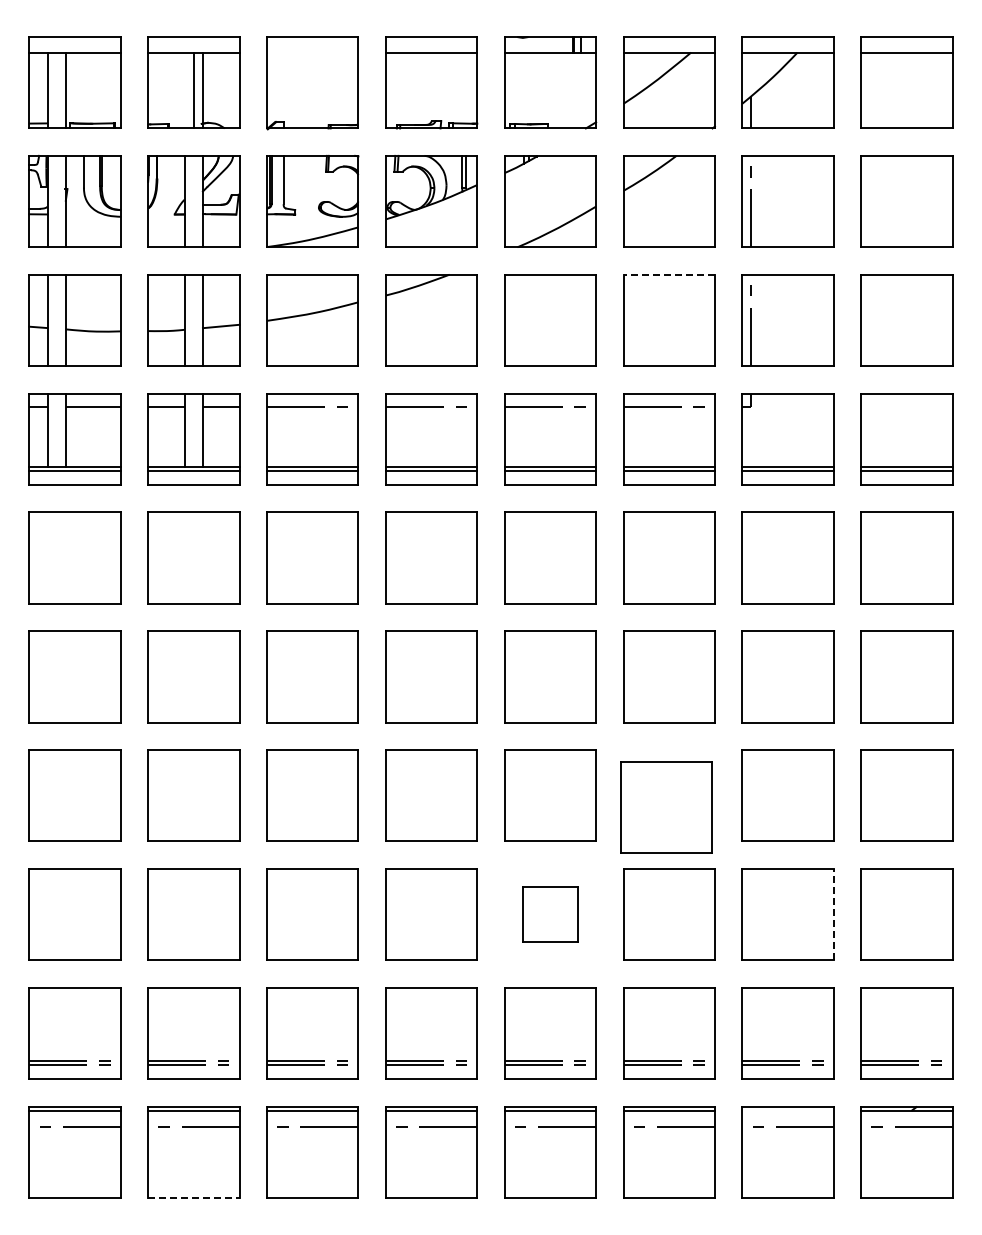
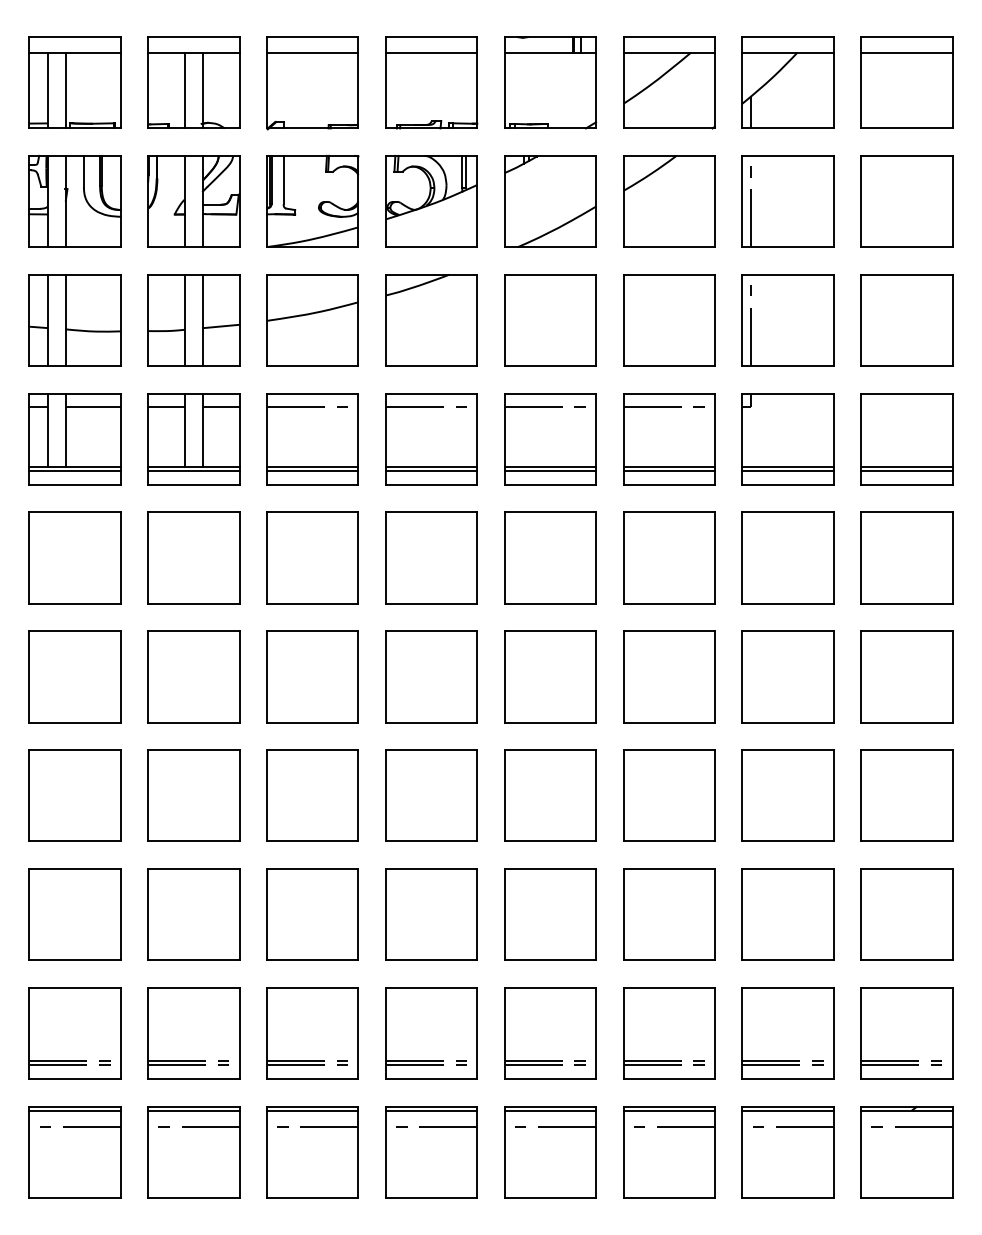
line at (312, 52): none -> present
line at (193, 90) position: (193, 90) -> (184, 90)
line at (669, 274): dashed -> solid
part at (666, 807) position: (666, 807) -> (669, 795)
part at (550, 914) size: 57x57 px -> 93x93 px
line at (833, 914): dashed -> solid
line at (787, 1111): none -> present
line at (193, 1197): dashed -> solid
